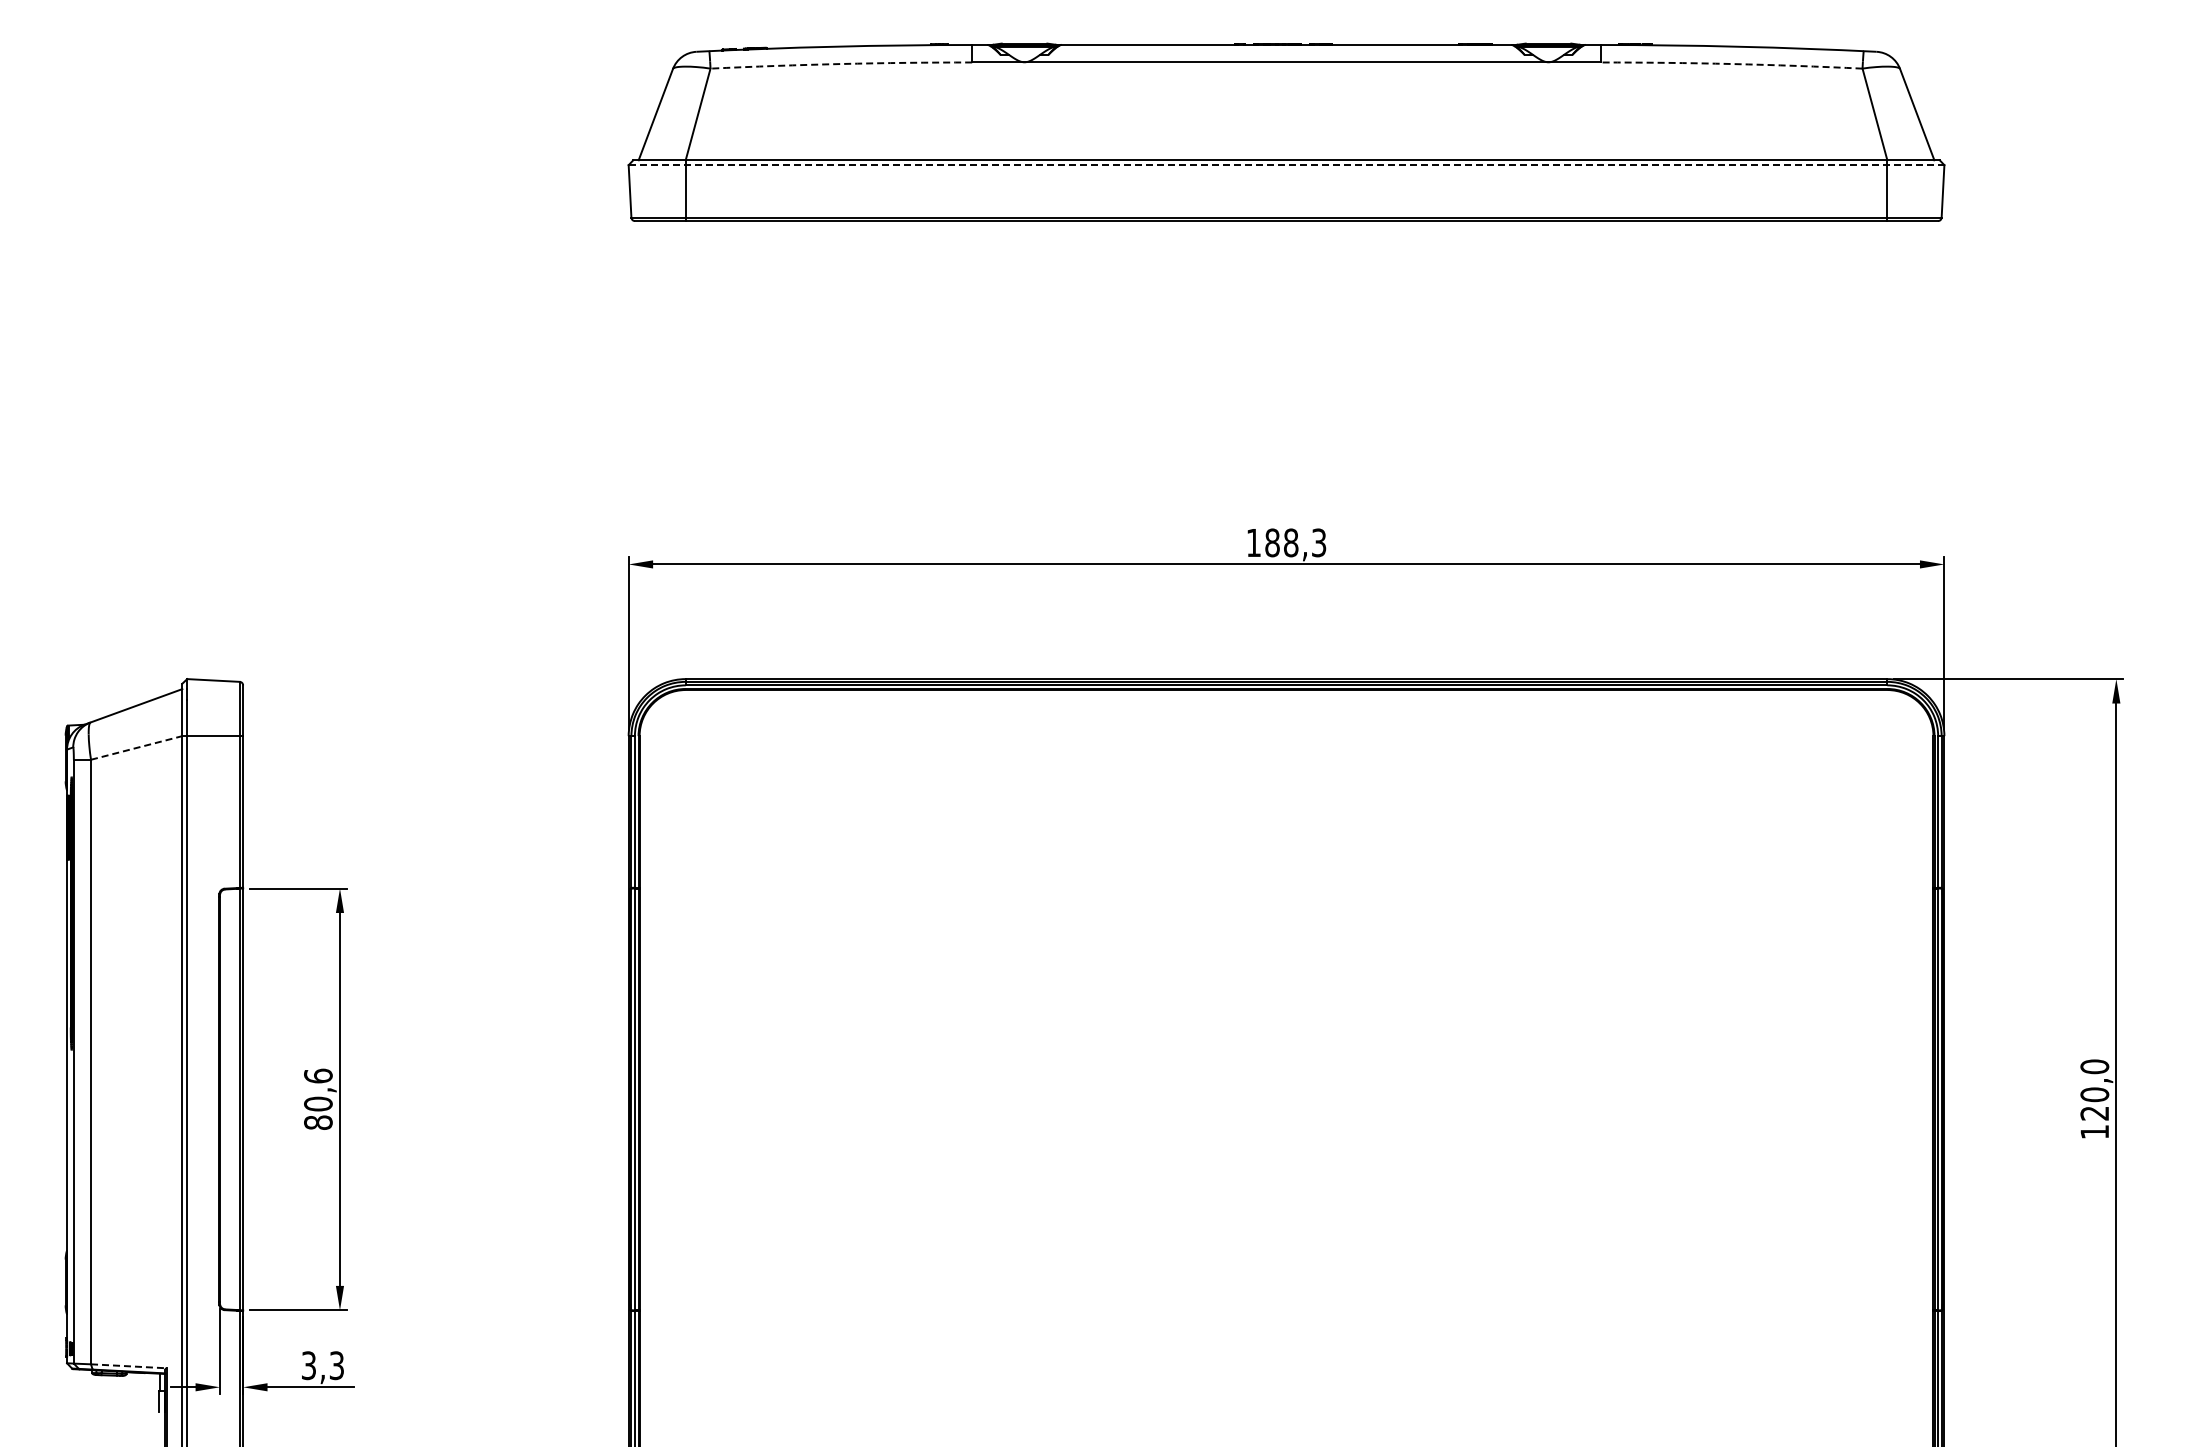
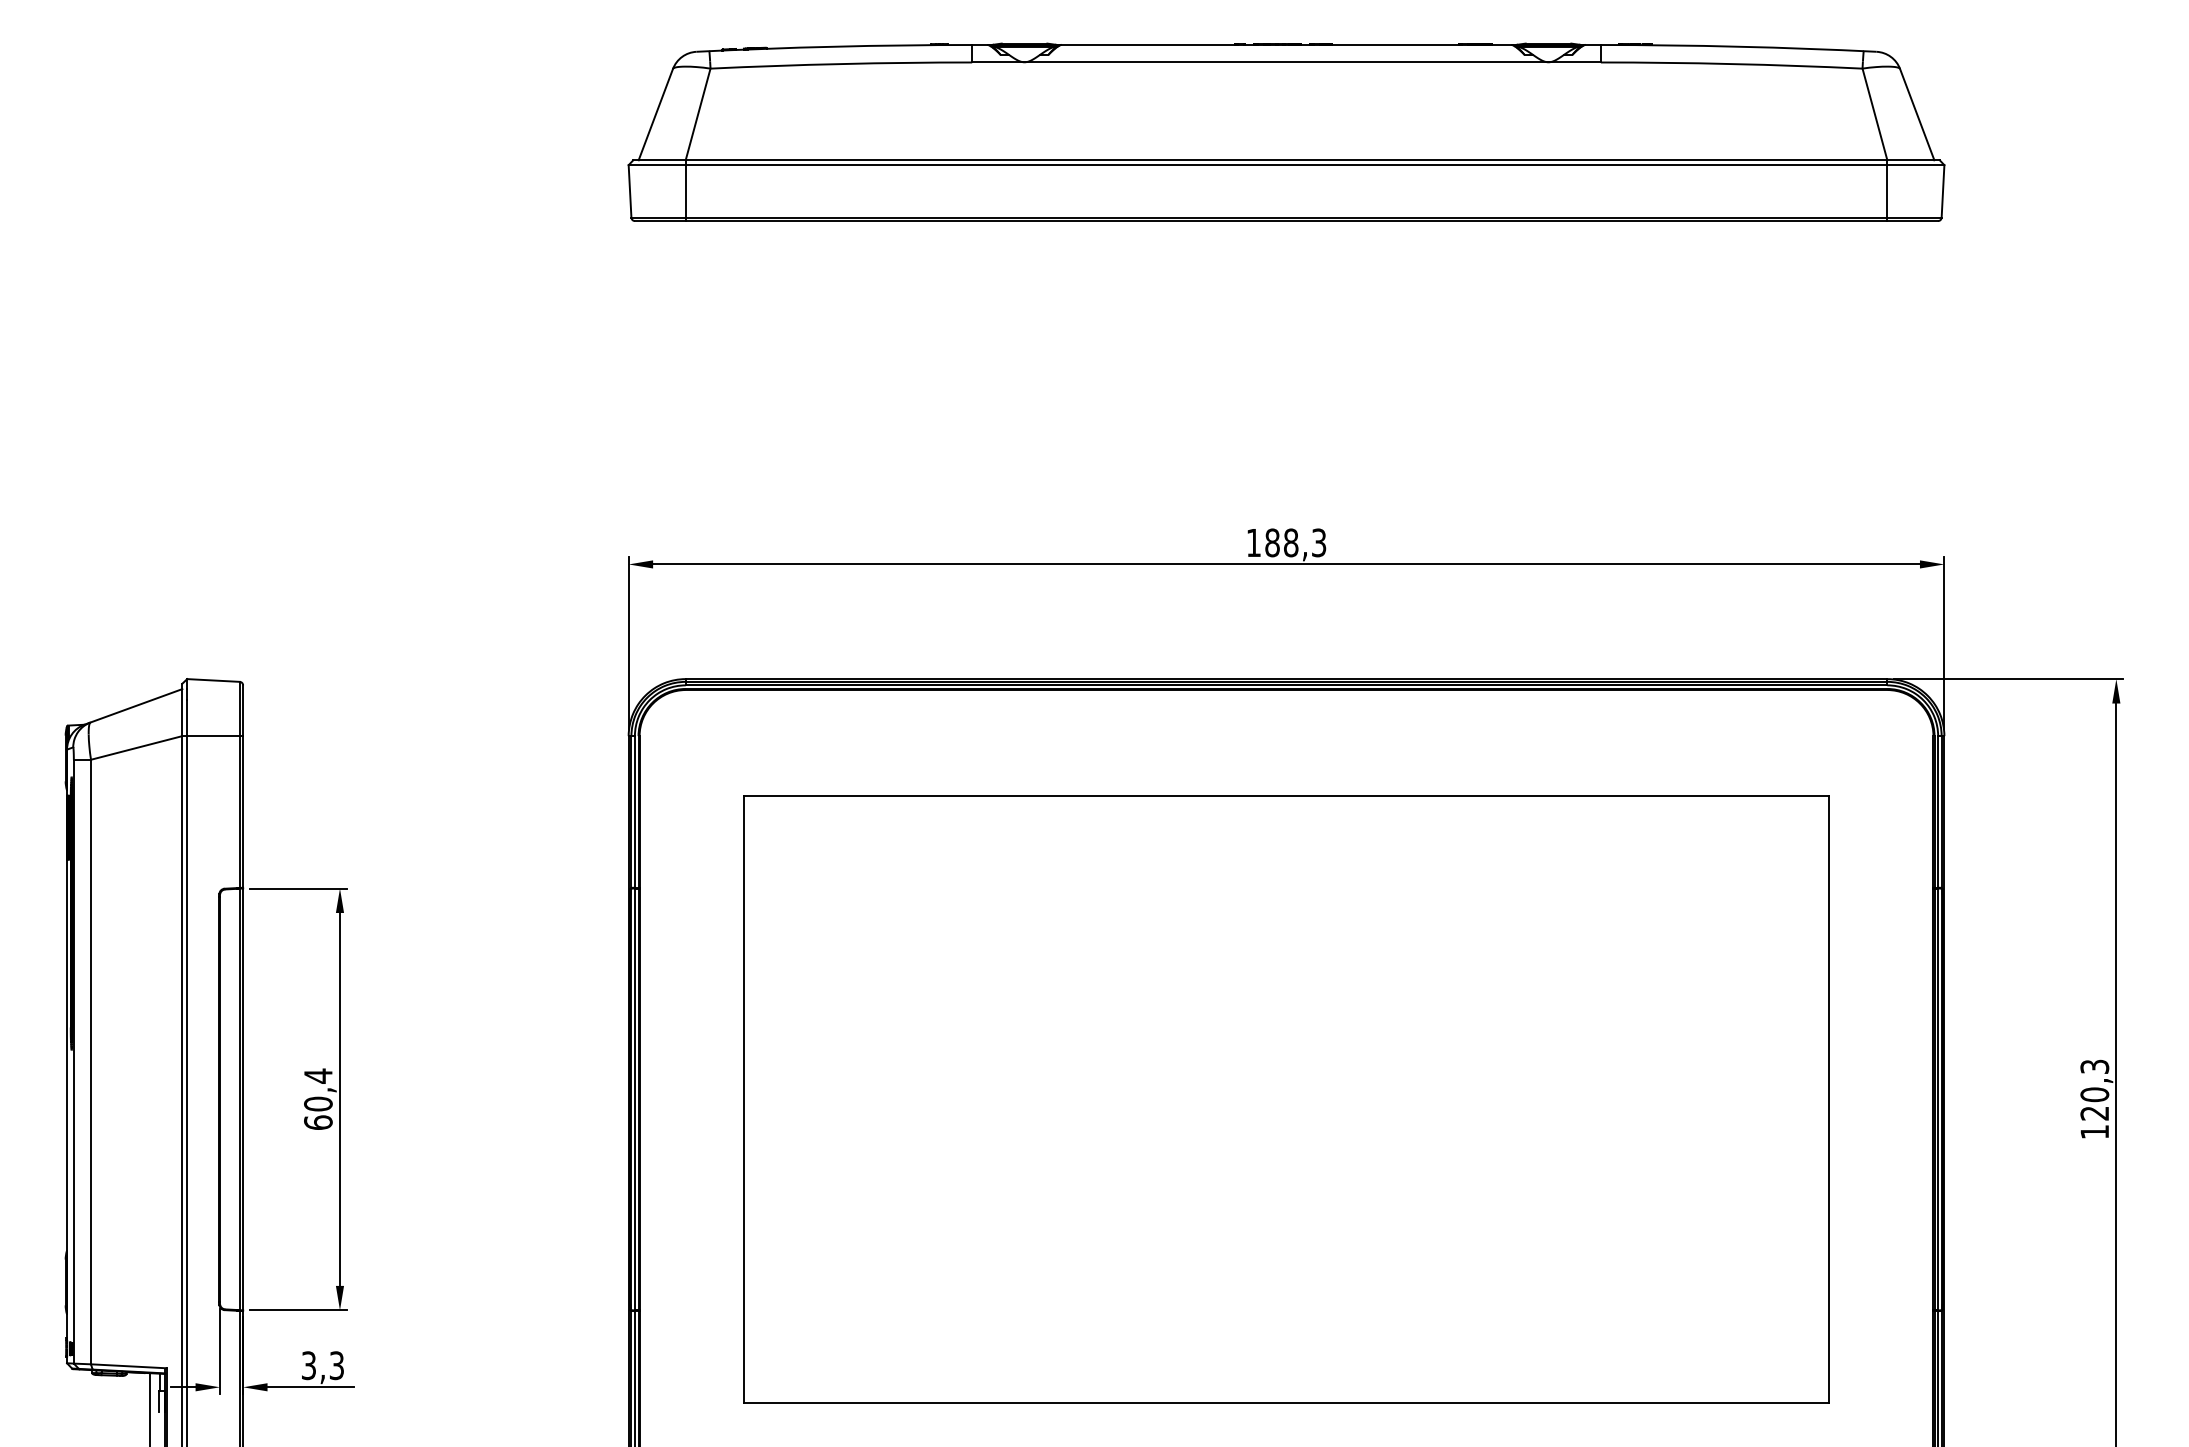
arc at (841, 64): dashed -> solid
arc at (1731, 64): dashed -> solid
line at (1286, 165): dashed -> solid
line at (137, 747): dashed -> solid
text at (2094, 1066): 120,0 -> 120,3
text at (318, 1098): 80,6 -> 60,4
part at (1286, 1099): none -> present
line at (128, 1366): dashed -> solid
line at (149, 1408): none -> present
